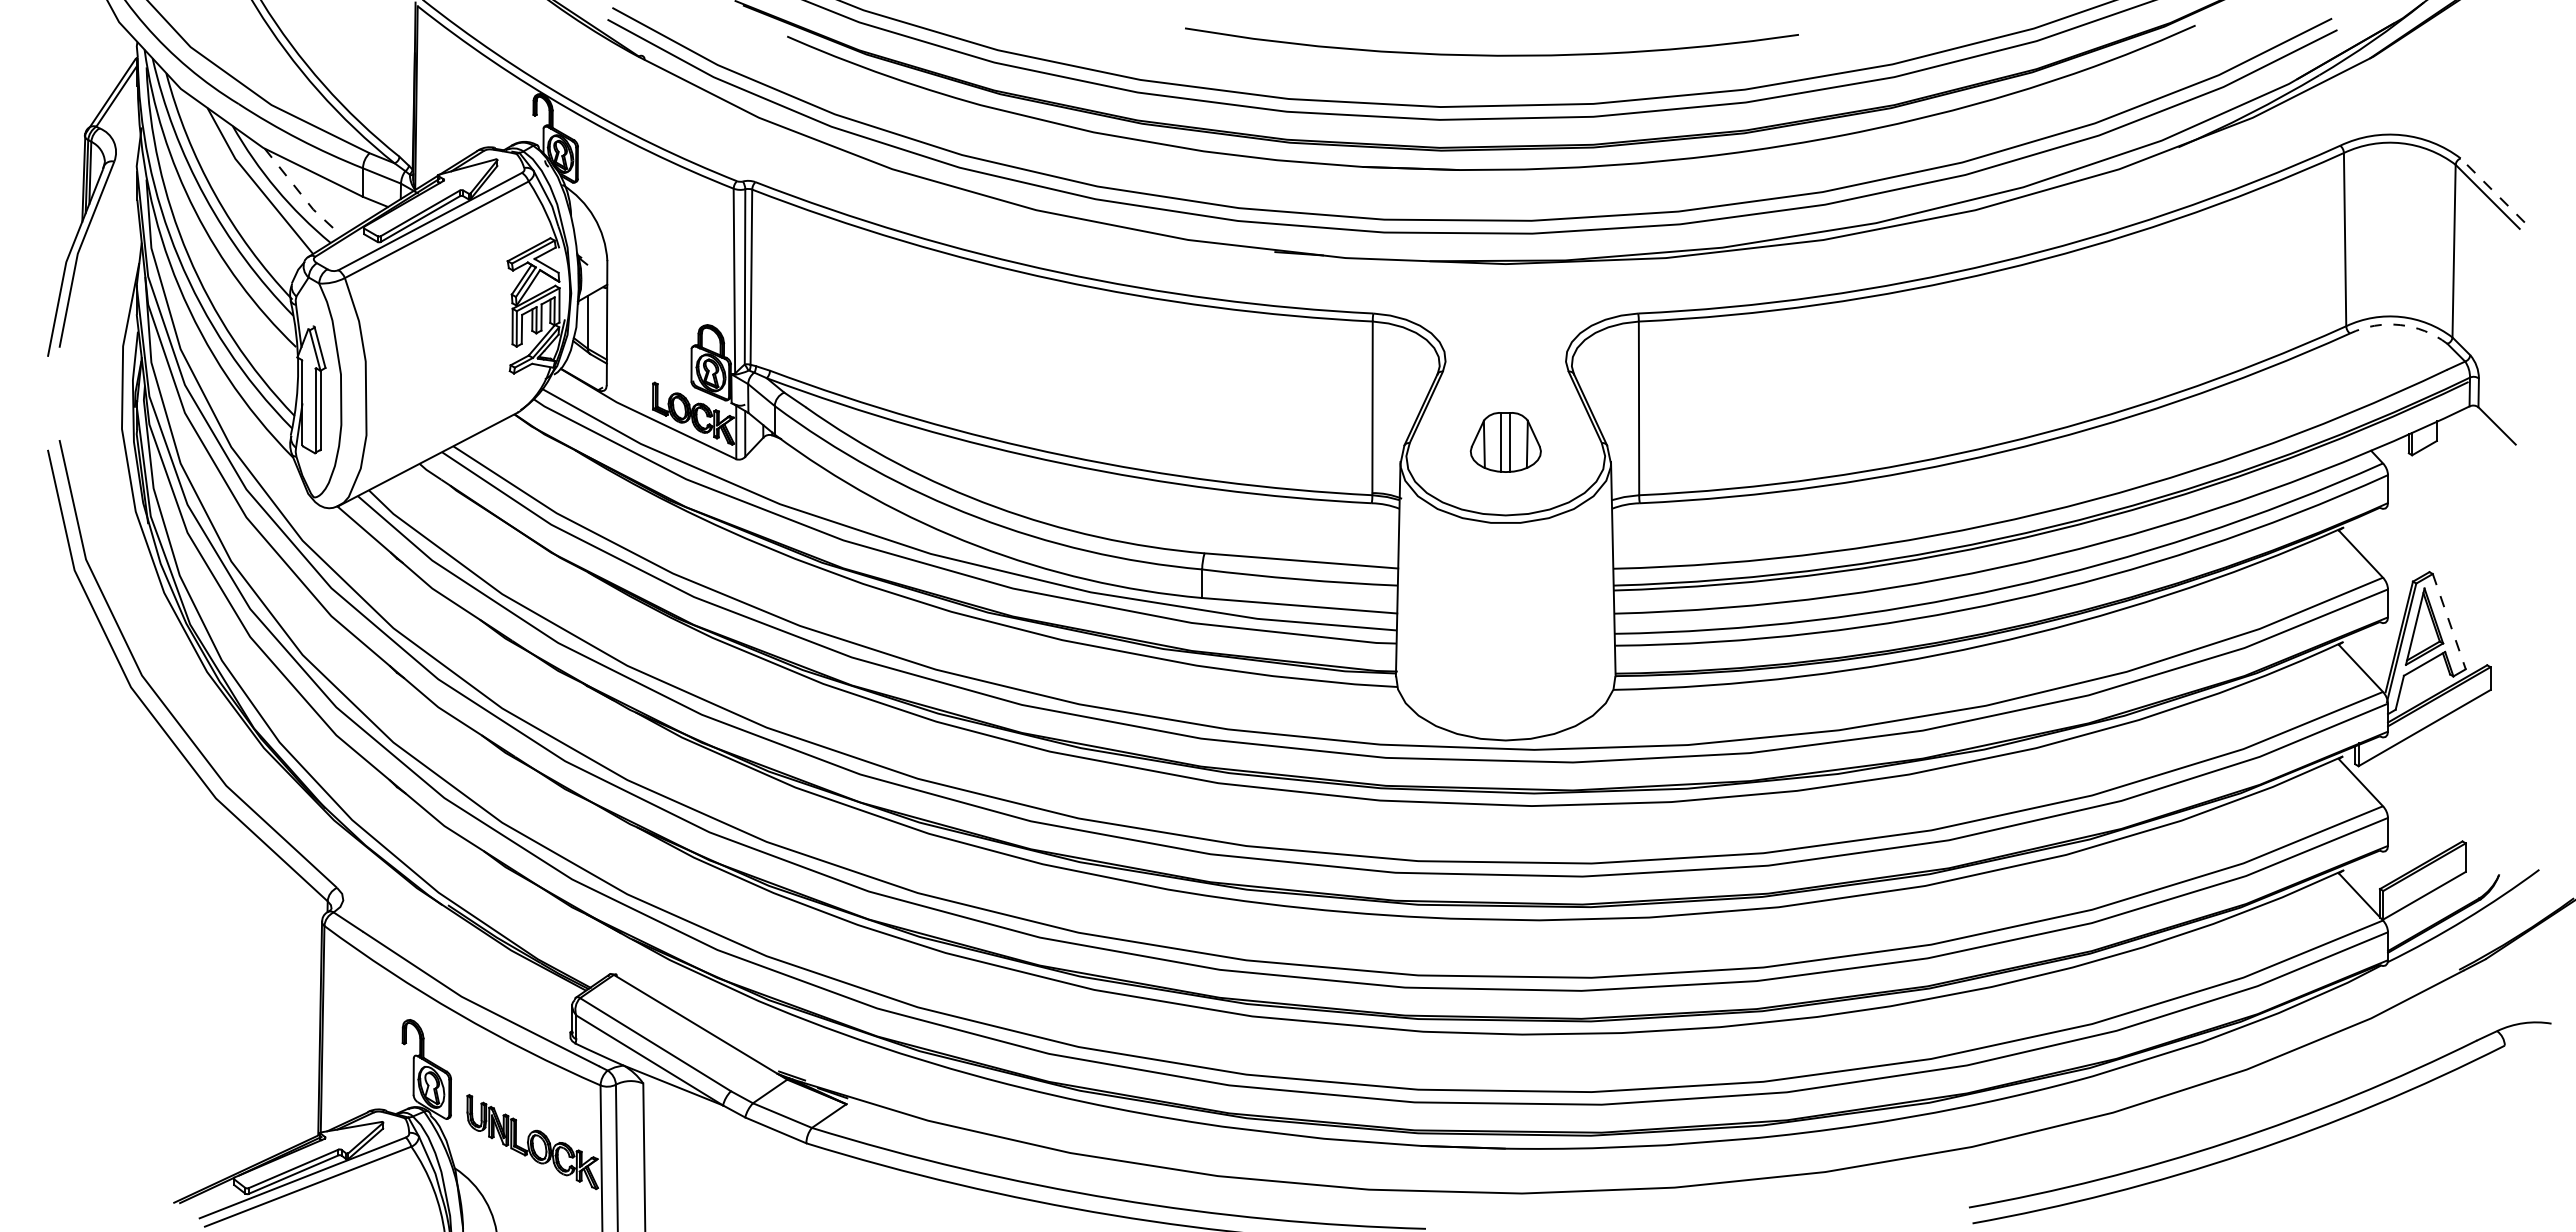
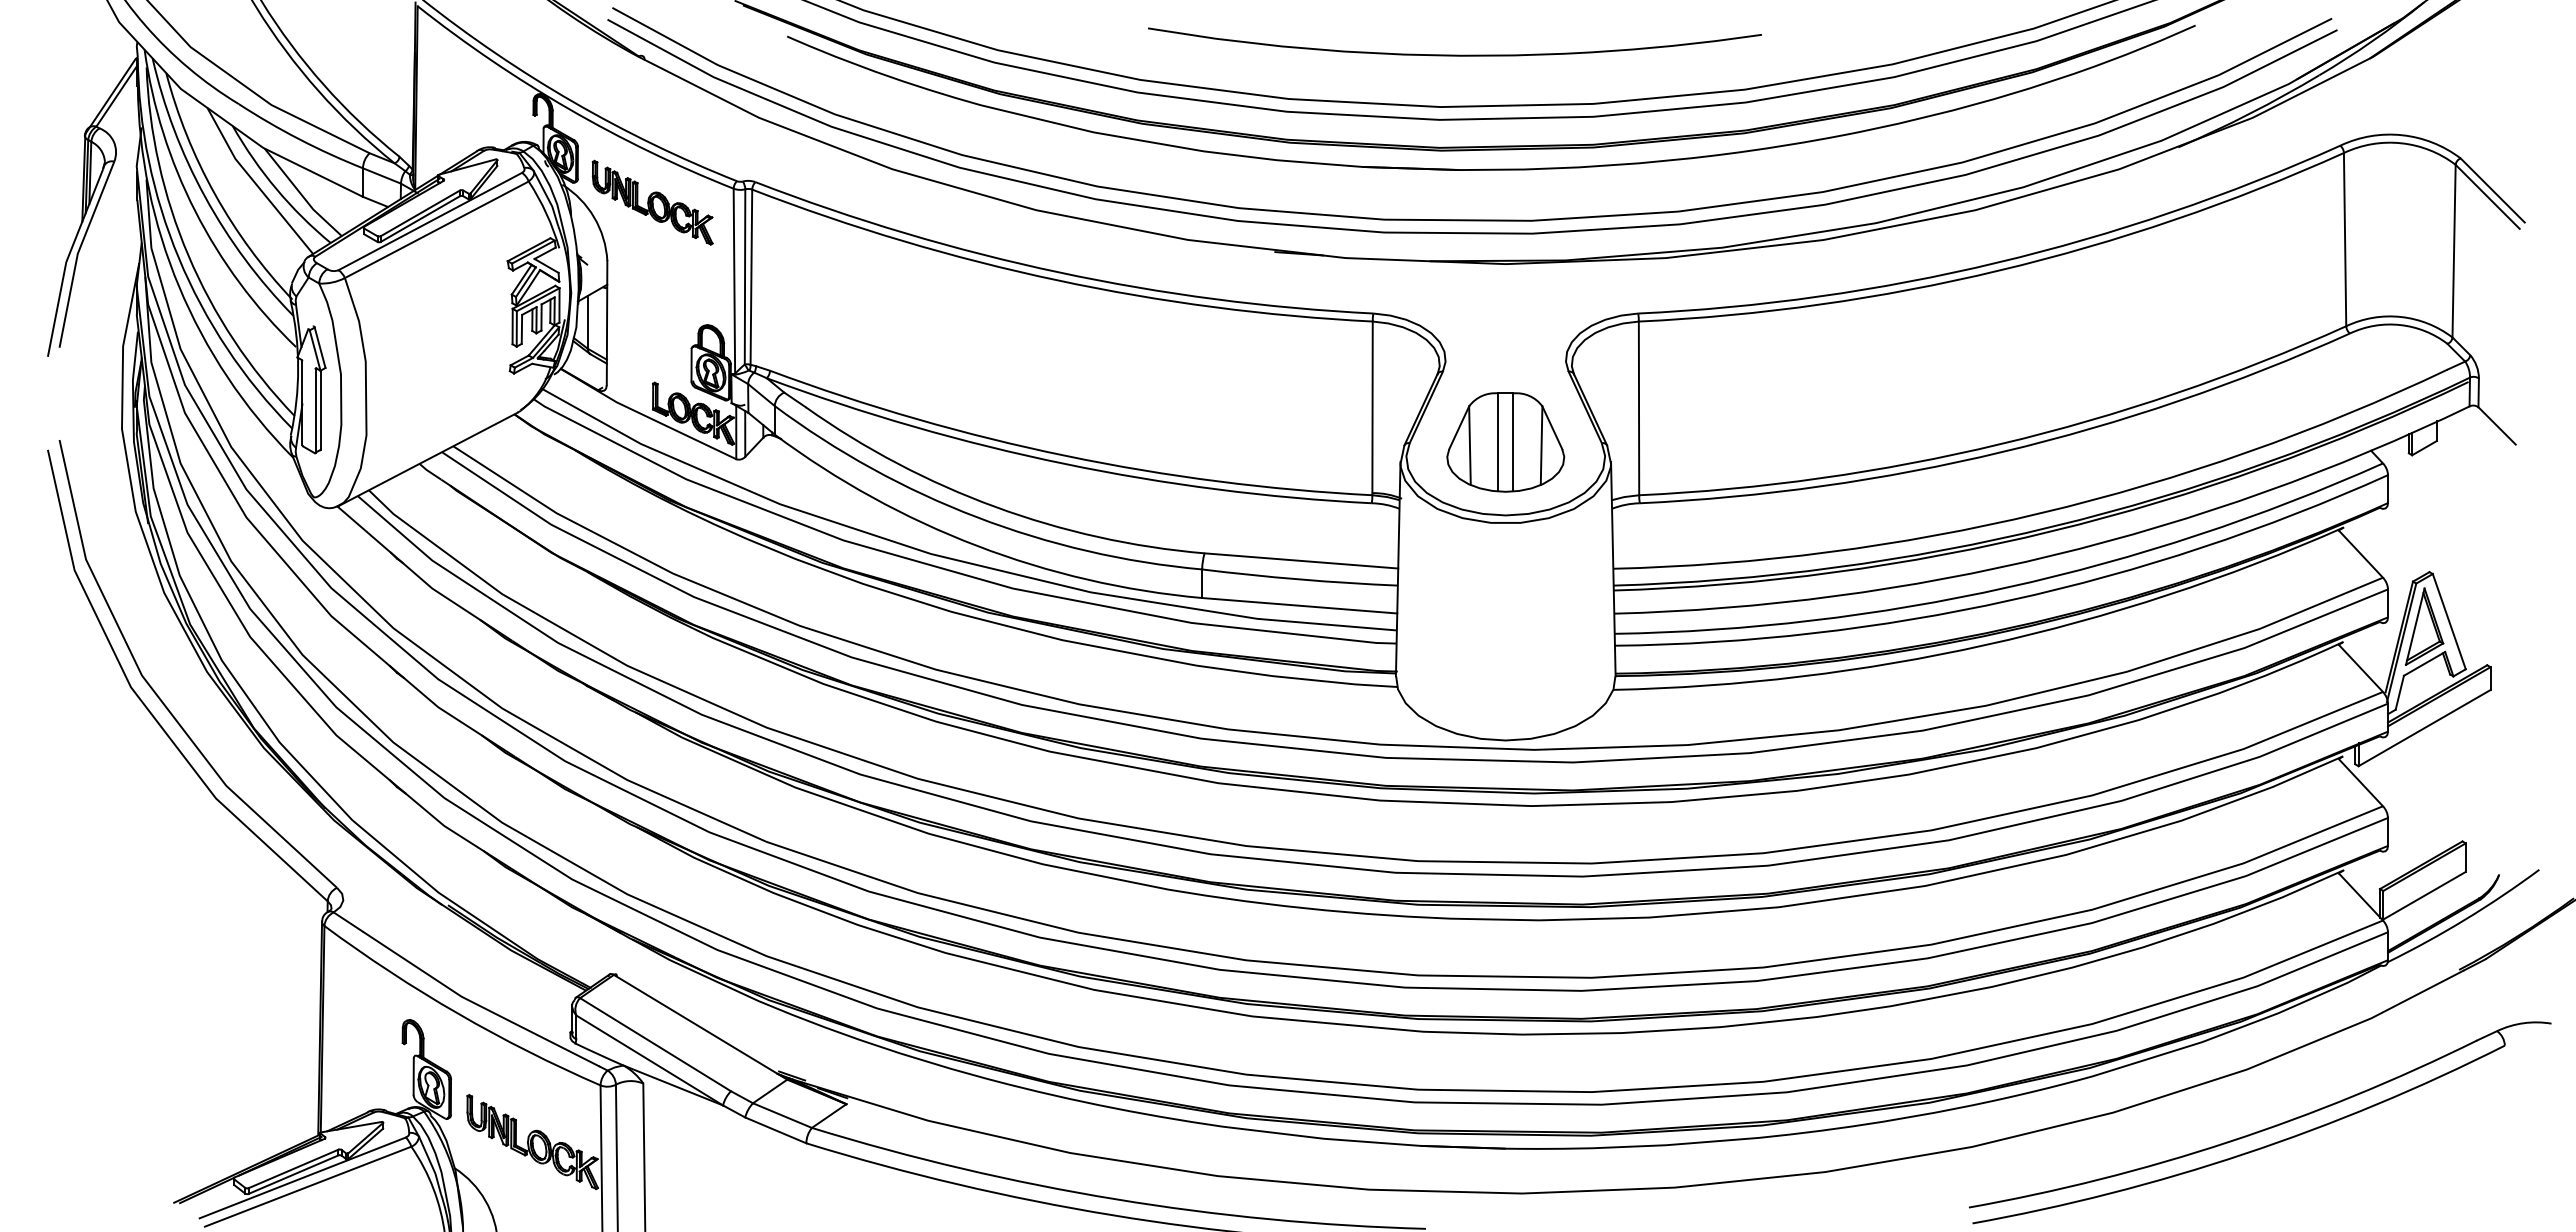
curve at (1491, 54) position: (1491, 54) -> (1454, 54)
line at (2492, 190): dashed -> solid
line at (301, 194): dashed -> solid
part at (652, 202): none -> present
arc at (2400, 325): dashed -> solid
part at (1505, 442) size: 73x61 px -> 120x101 px
line at (2449, 622): dashed -> solid
